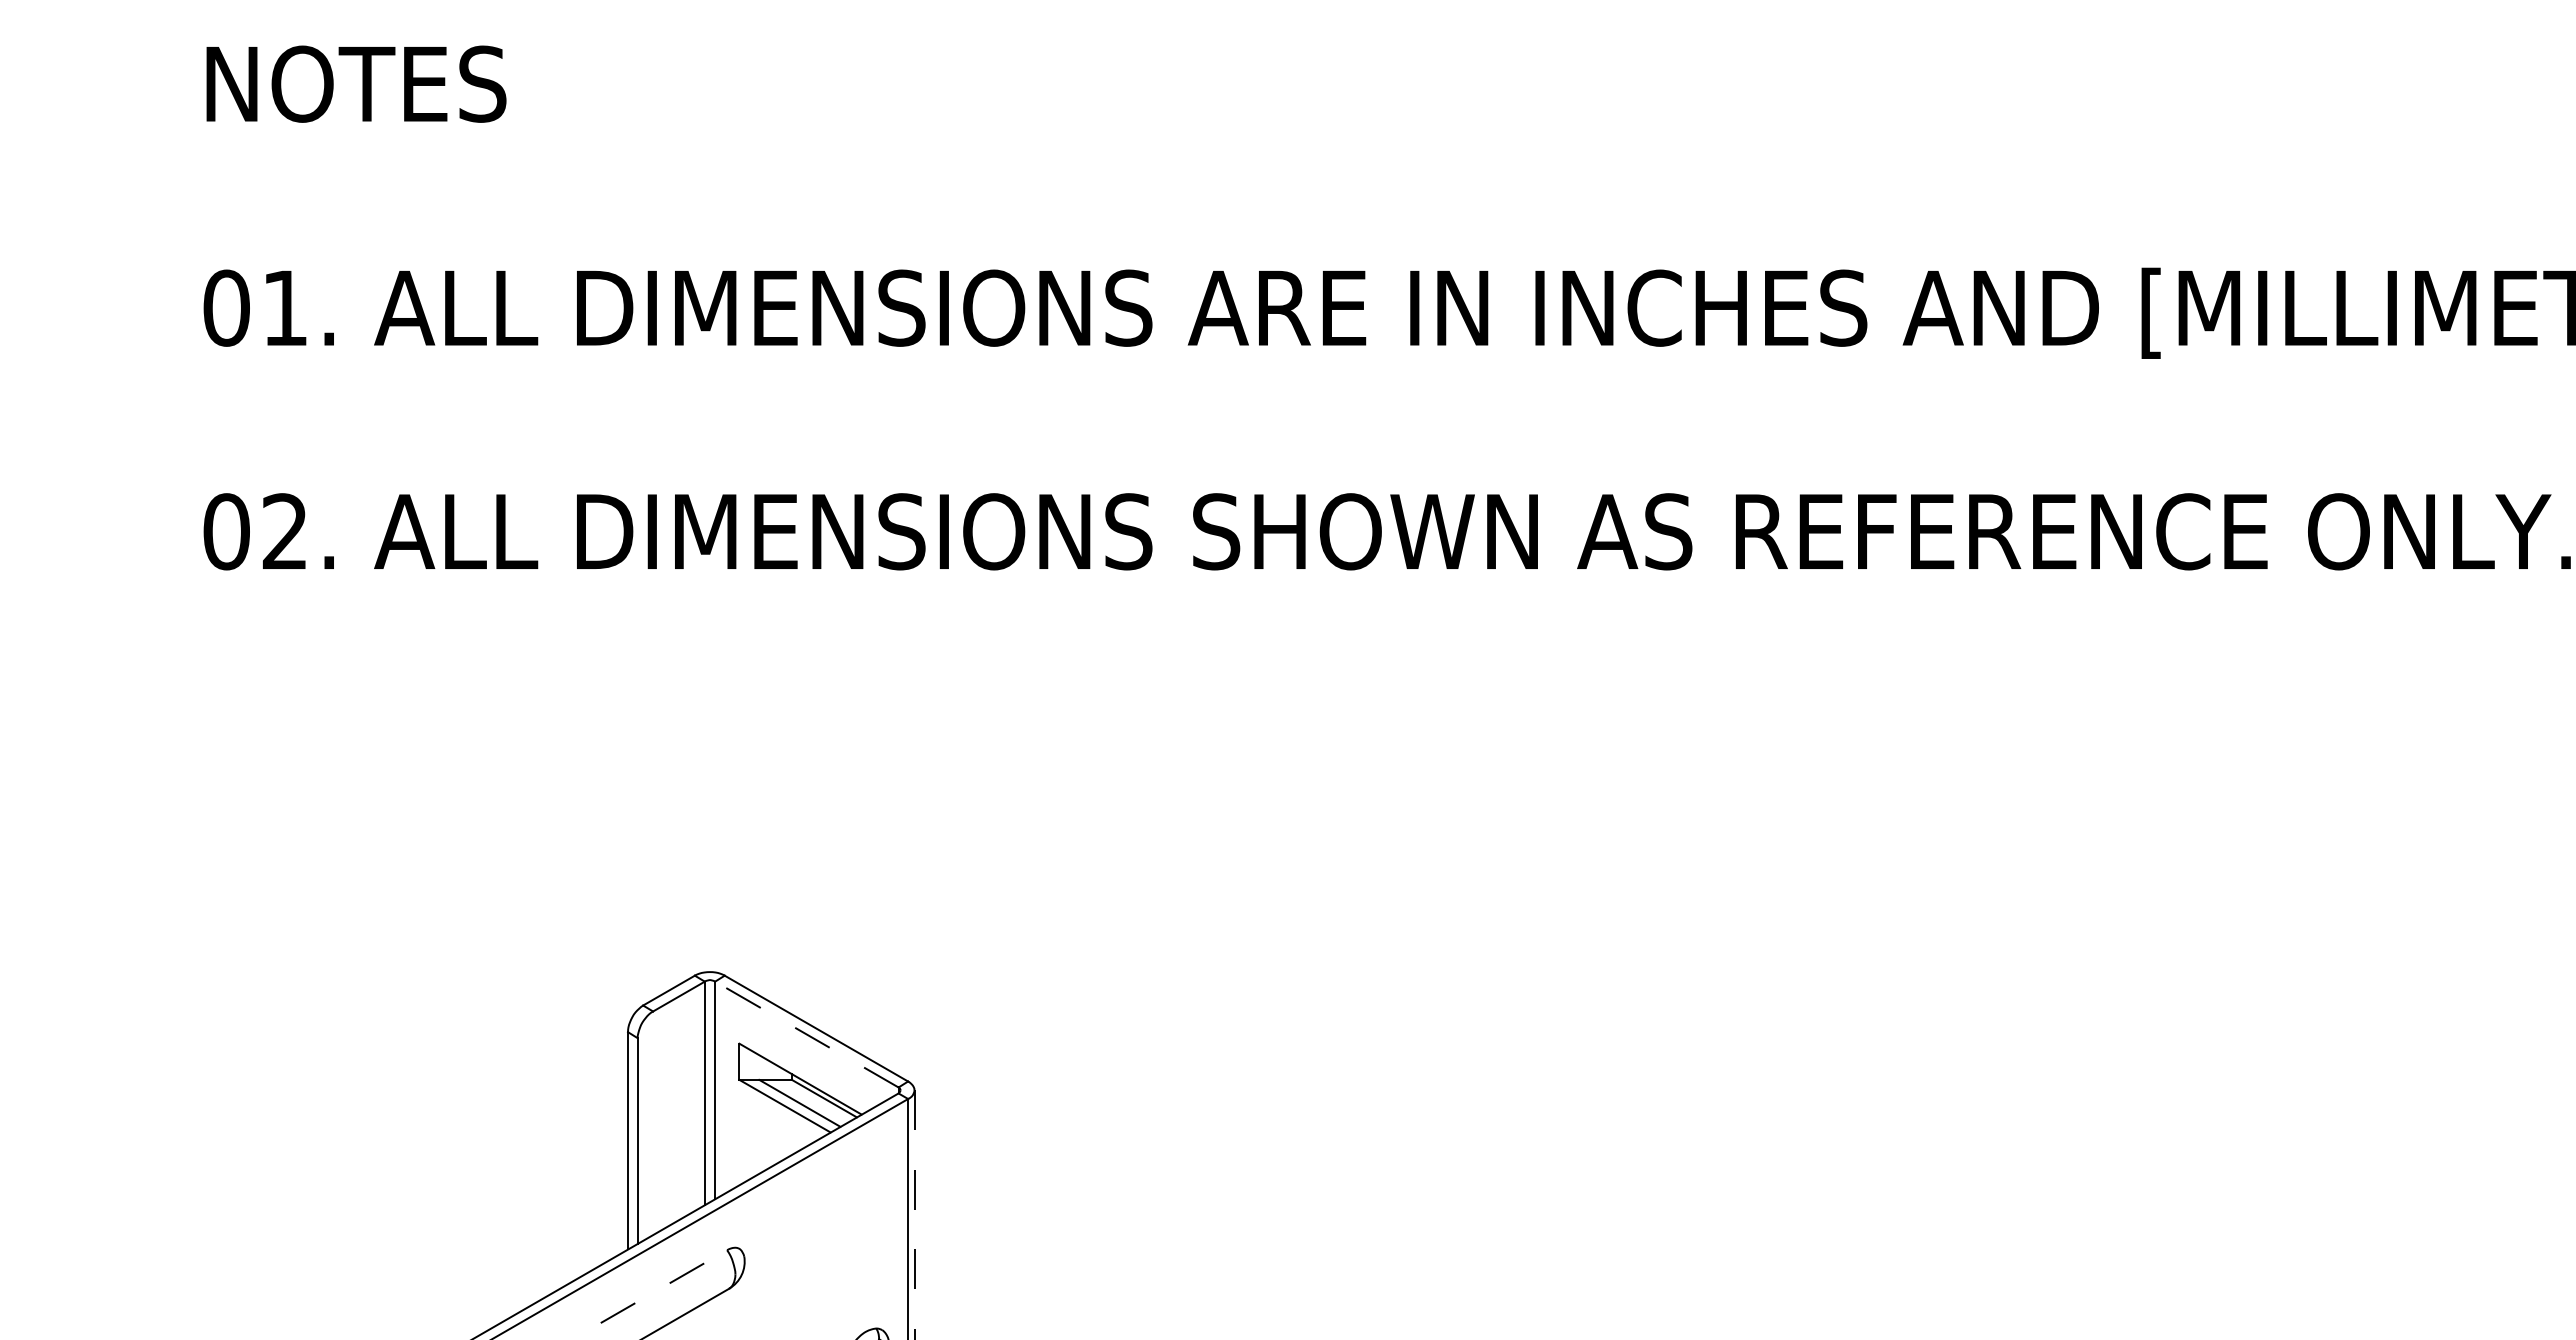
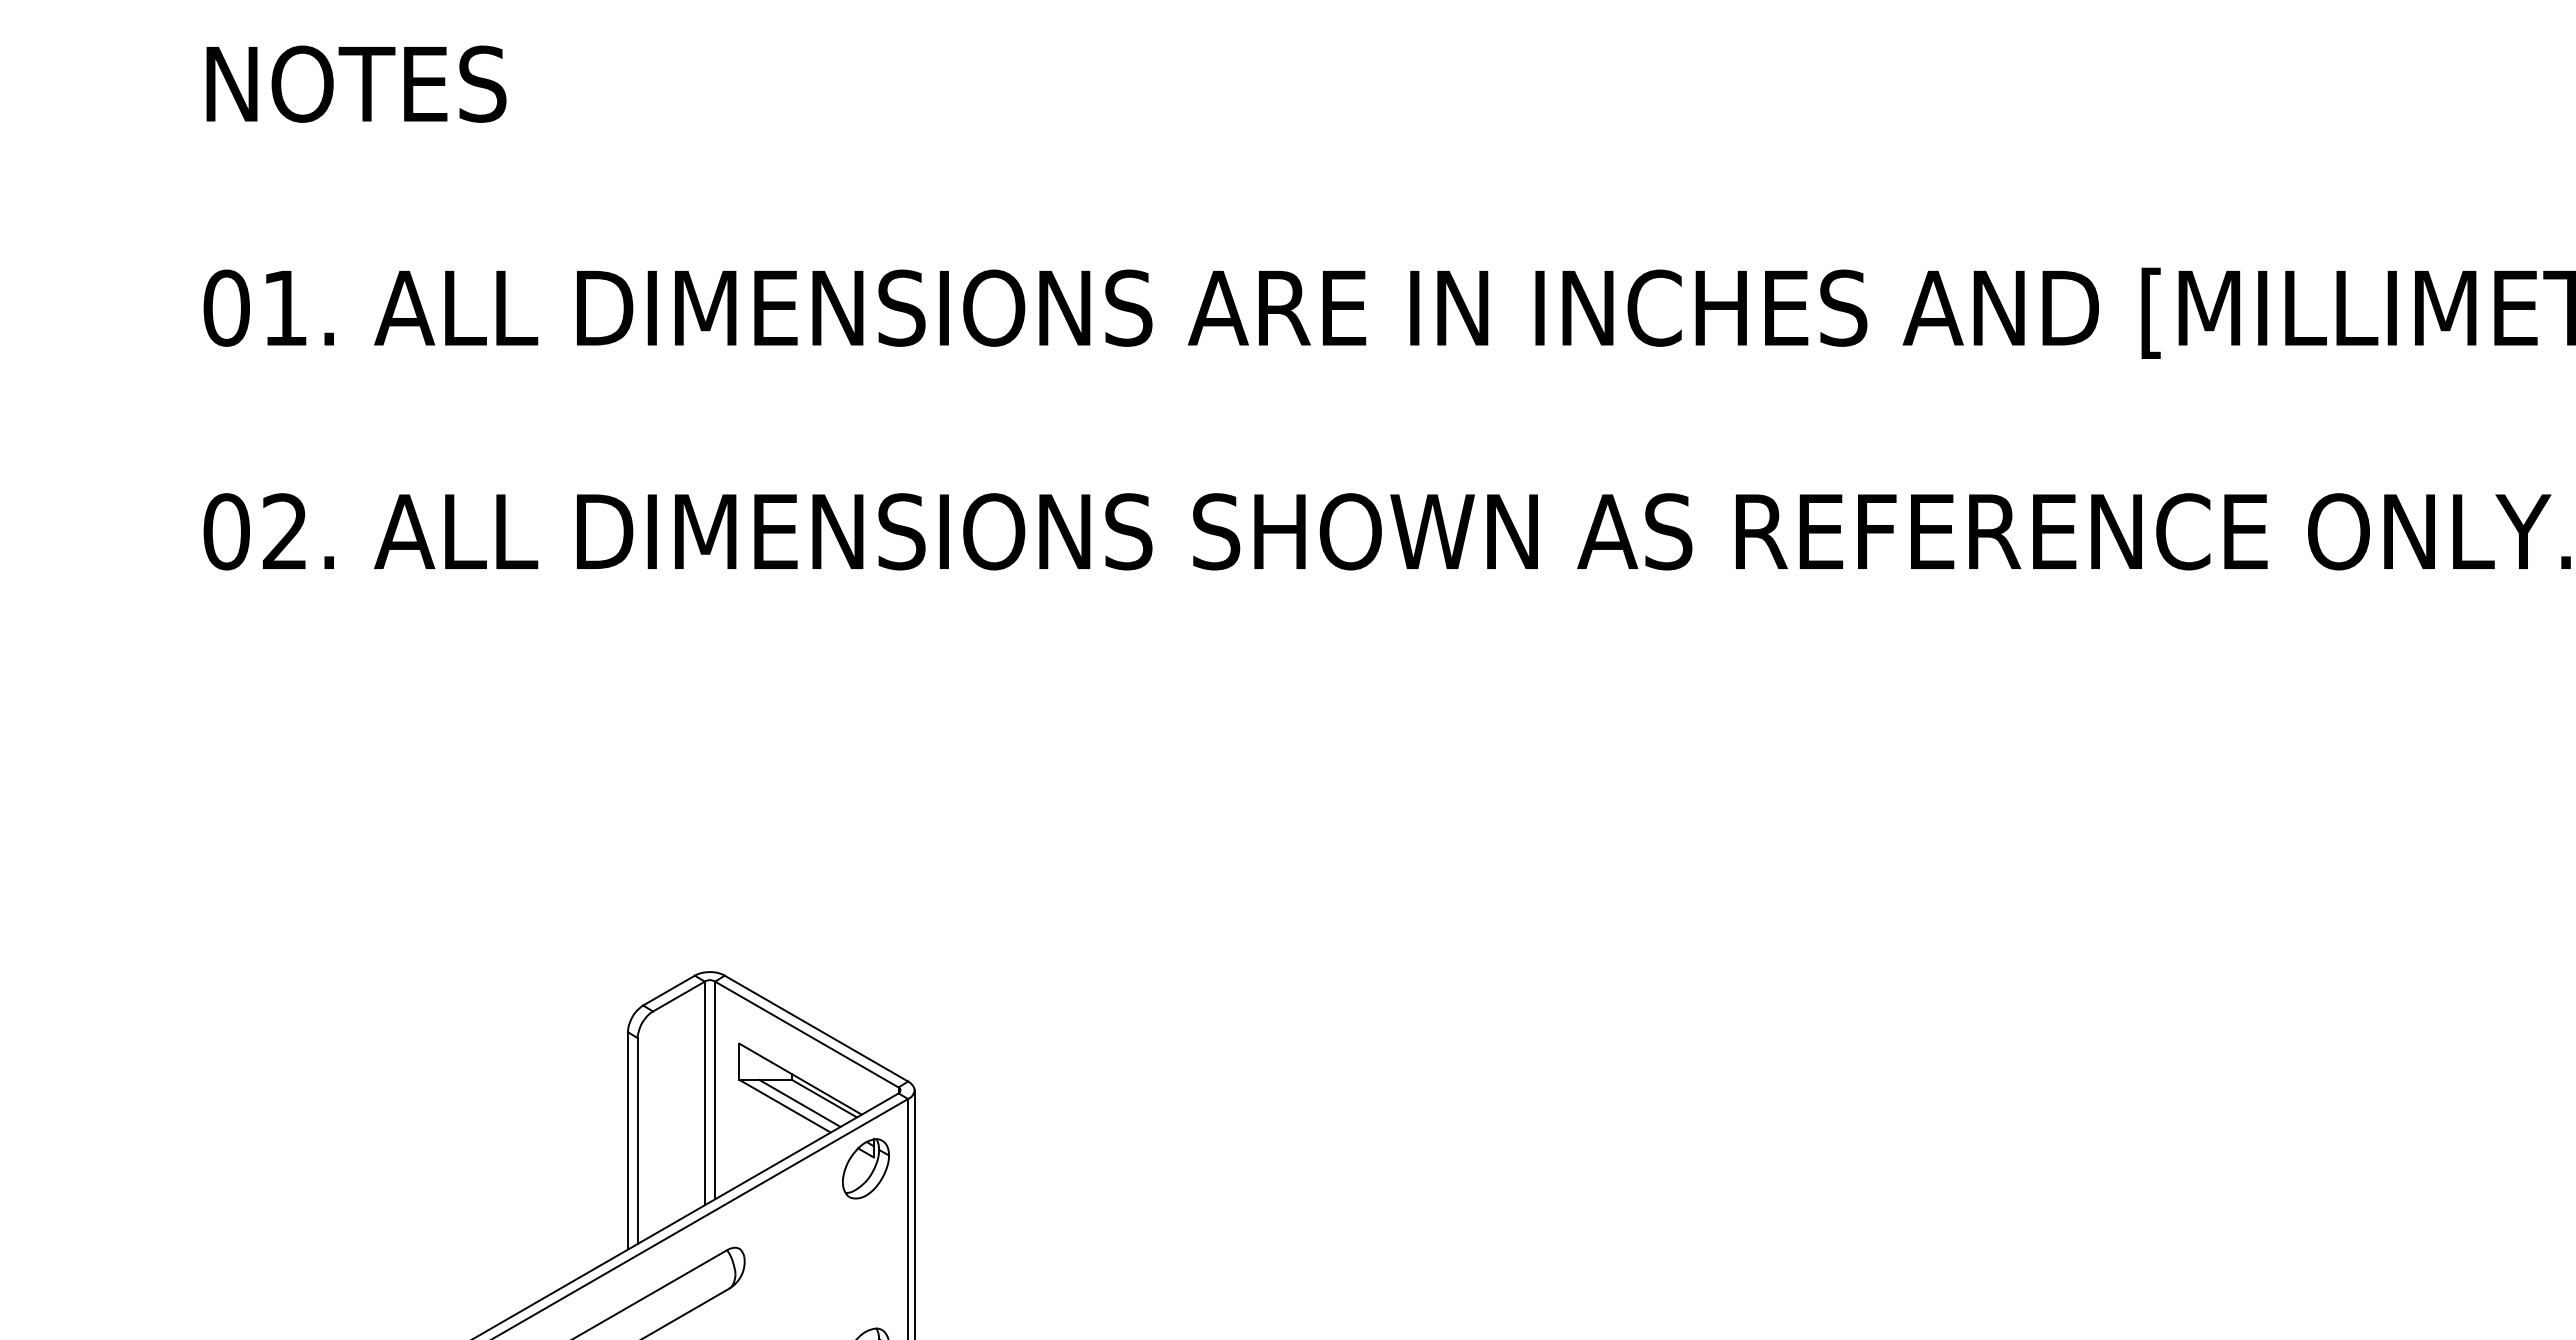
line at (806, 1034): dashed -> solid
part at (866, 1168): none -> present
line at (914, 1215): dashed -> solid
line at (650, 1294): dashed -> solid
